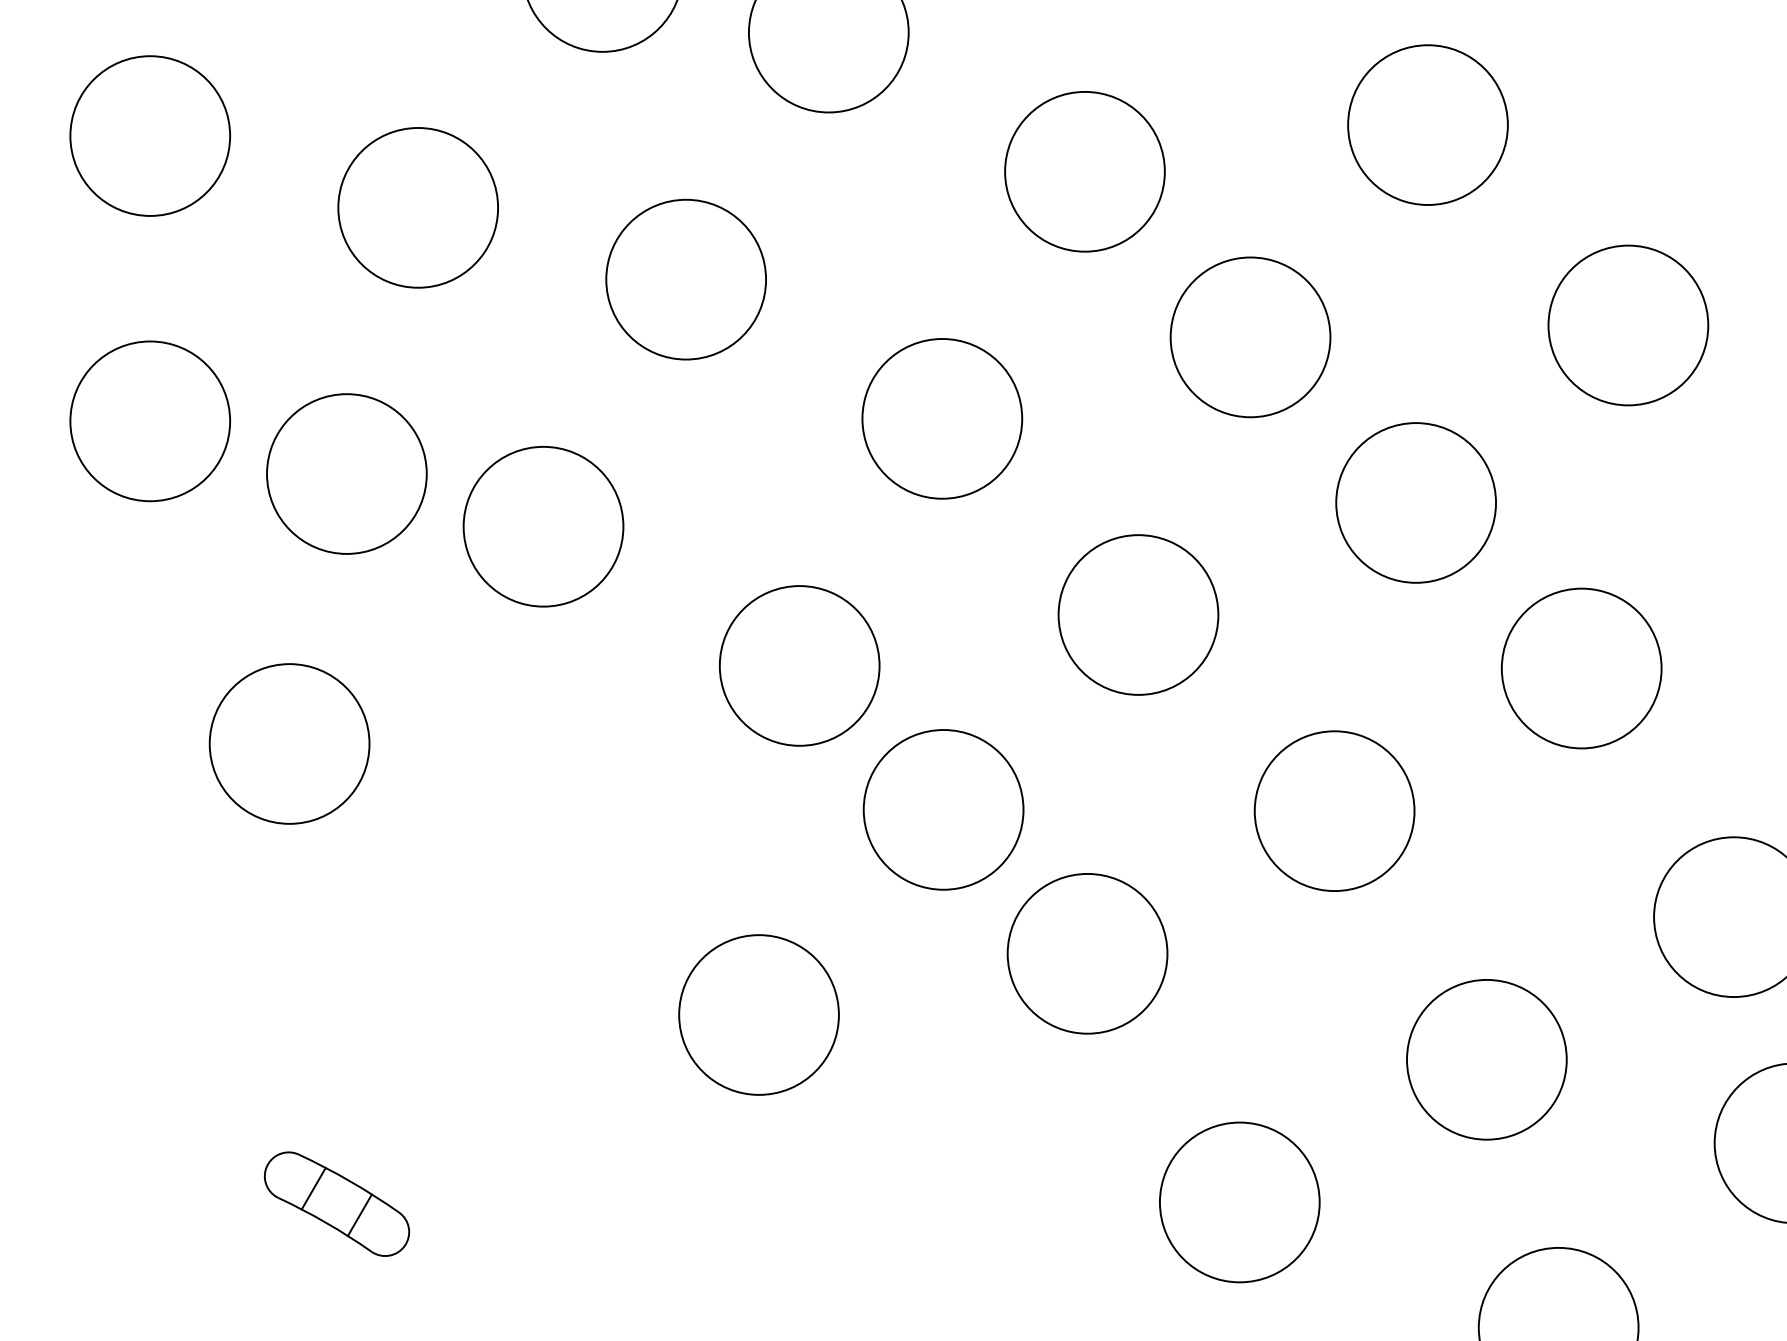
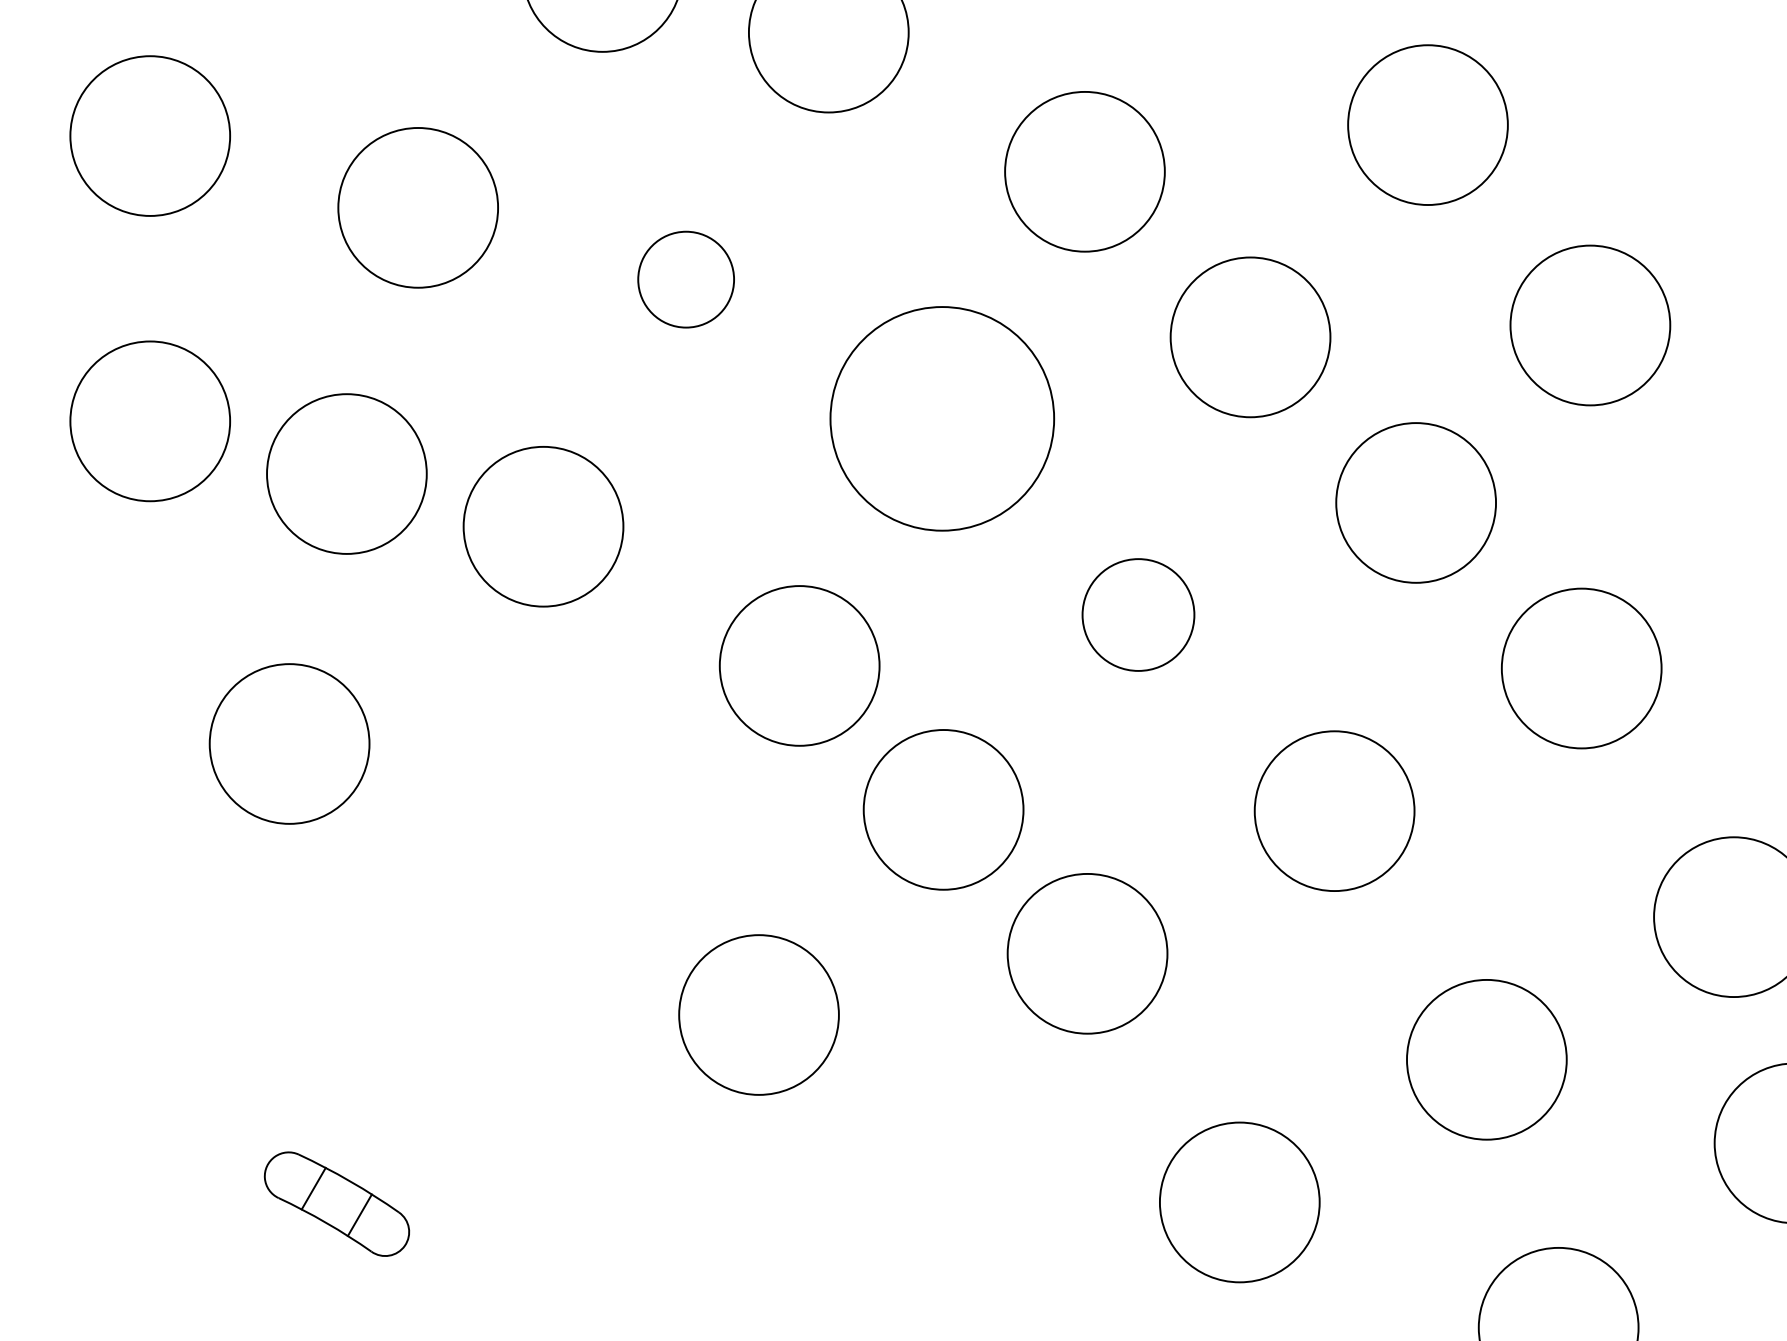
circle at (686, 279) diameter: 160 px -> 96 px
circle at (1628, 325) position: (1628, 325) -> (1590, 325)
circle at (942, 418) diameter: 160 px -> 224 px
circle at (1138, 614) diameter: 160 px -> 112 px
